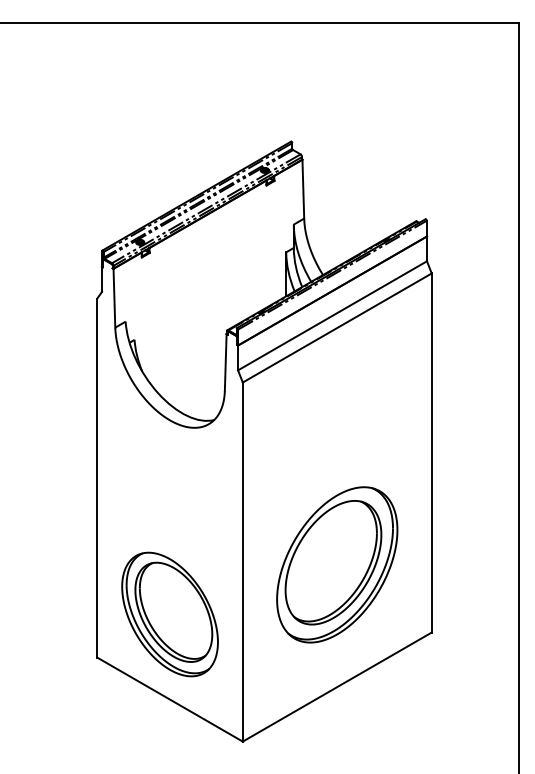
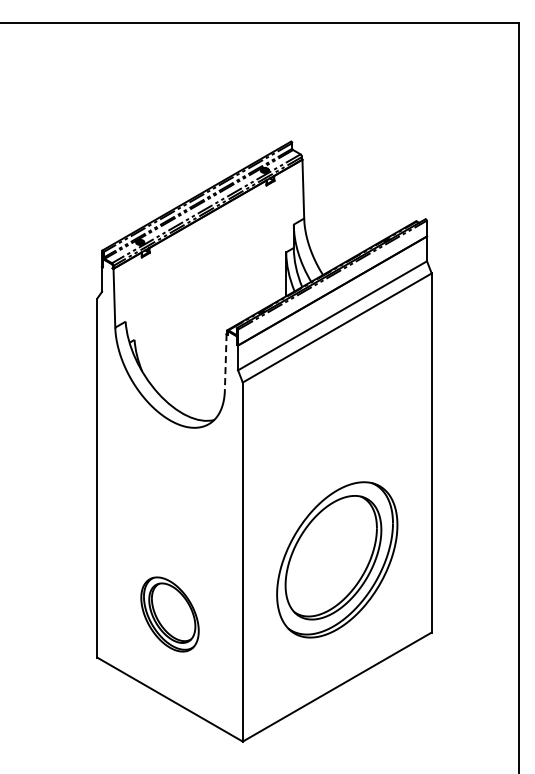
line at (225, 363): solid -> dashed
part at (337, 564) position: (337, 564) -> (337, 559)
part at (169, 614) size: 98x127 px -> 60x77 px
